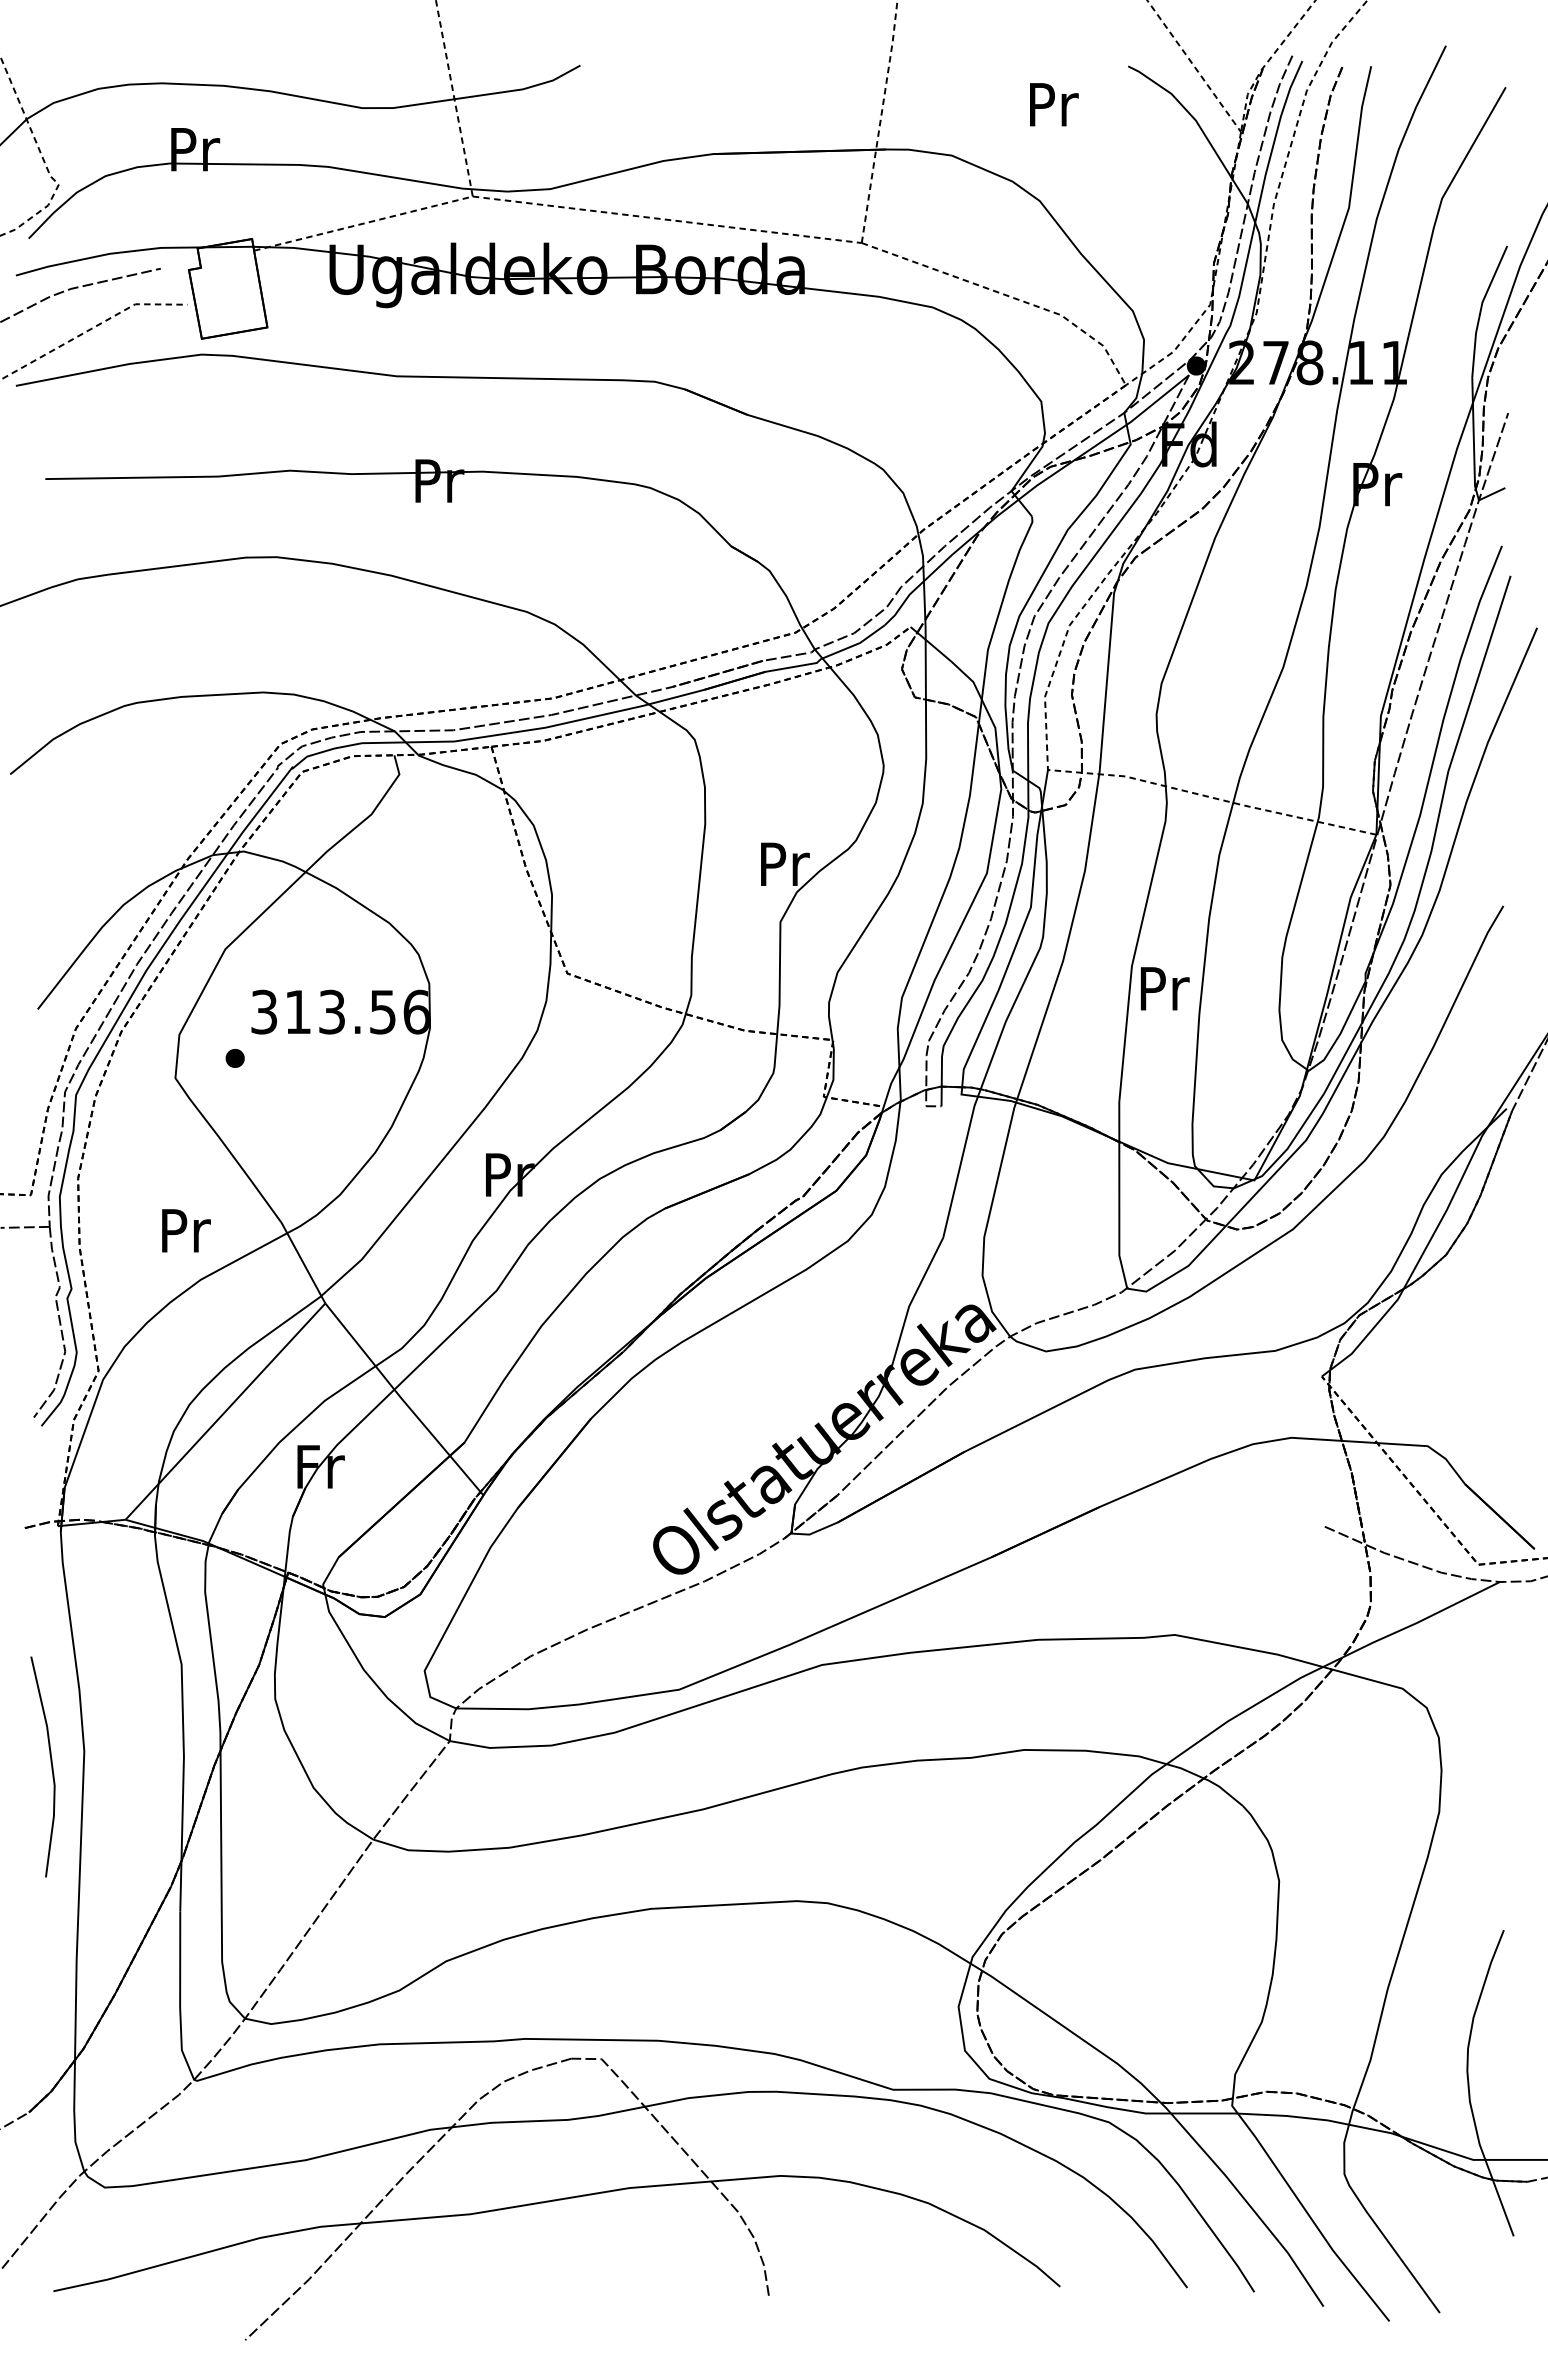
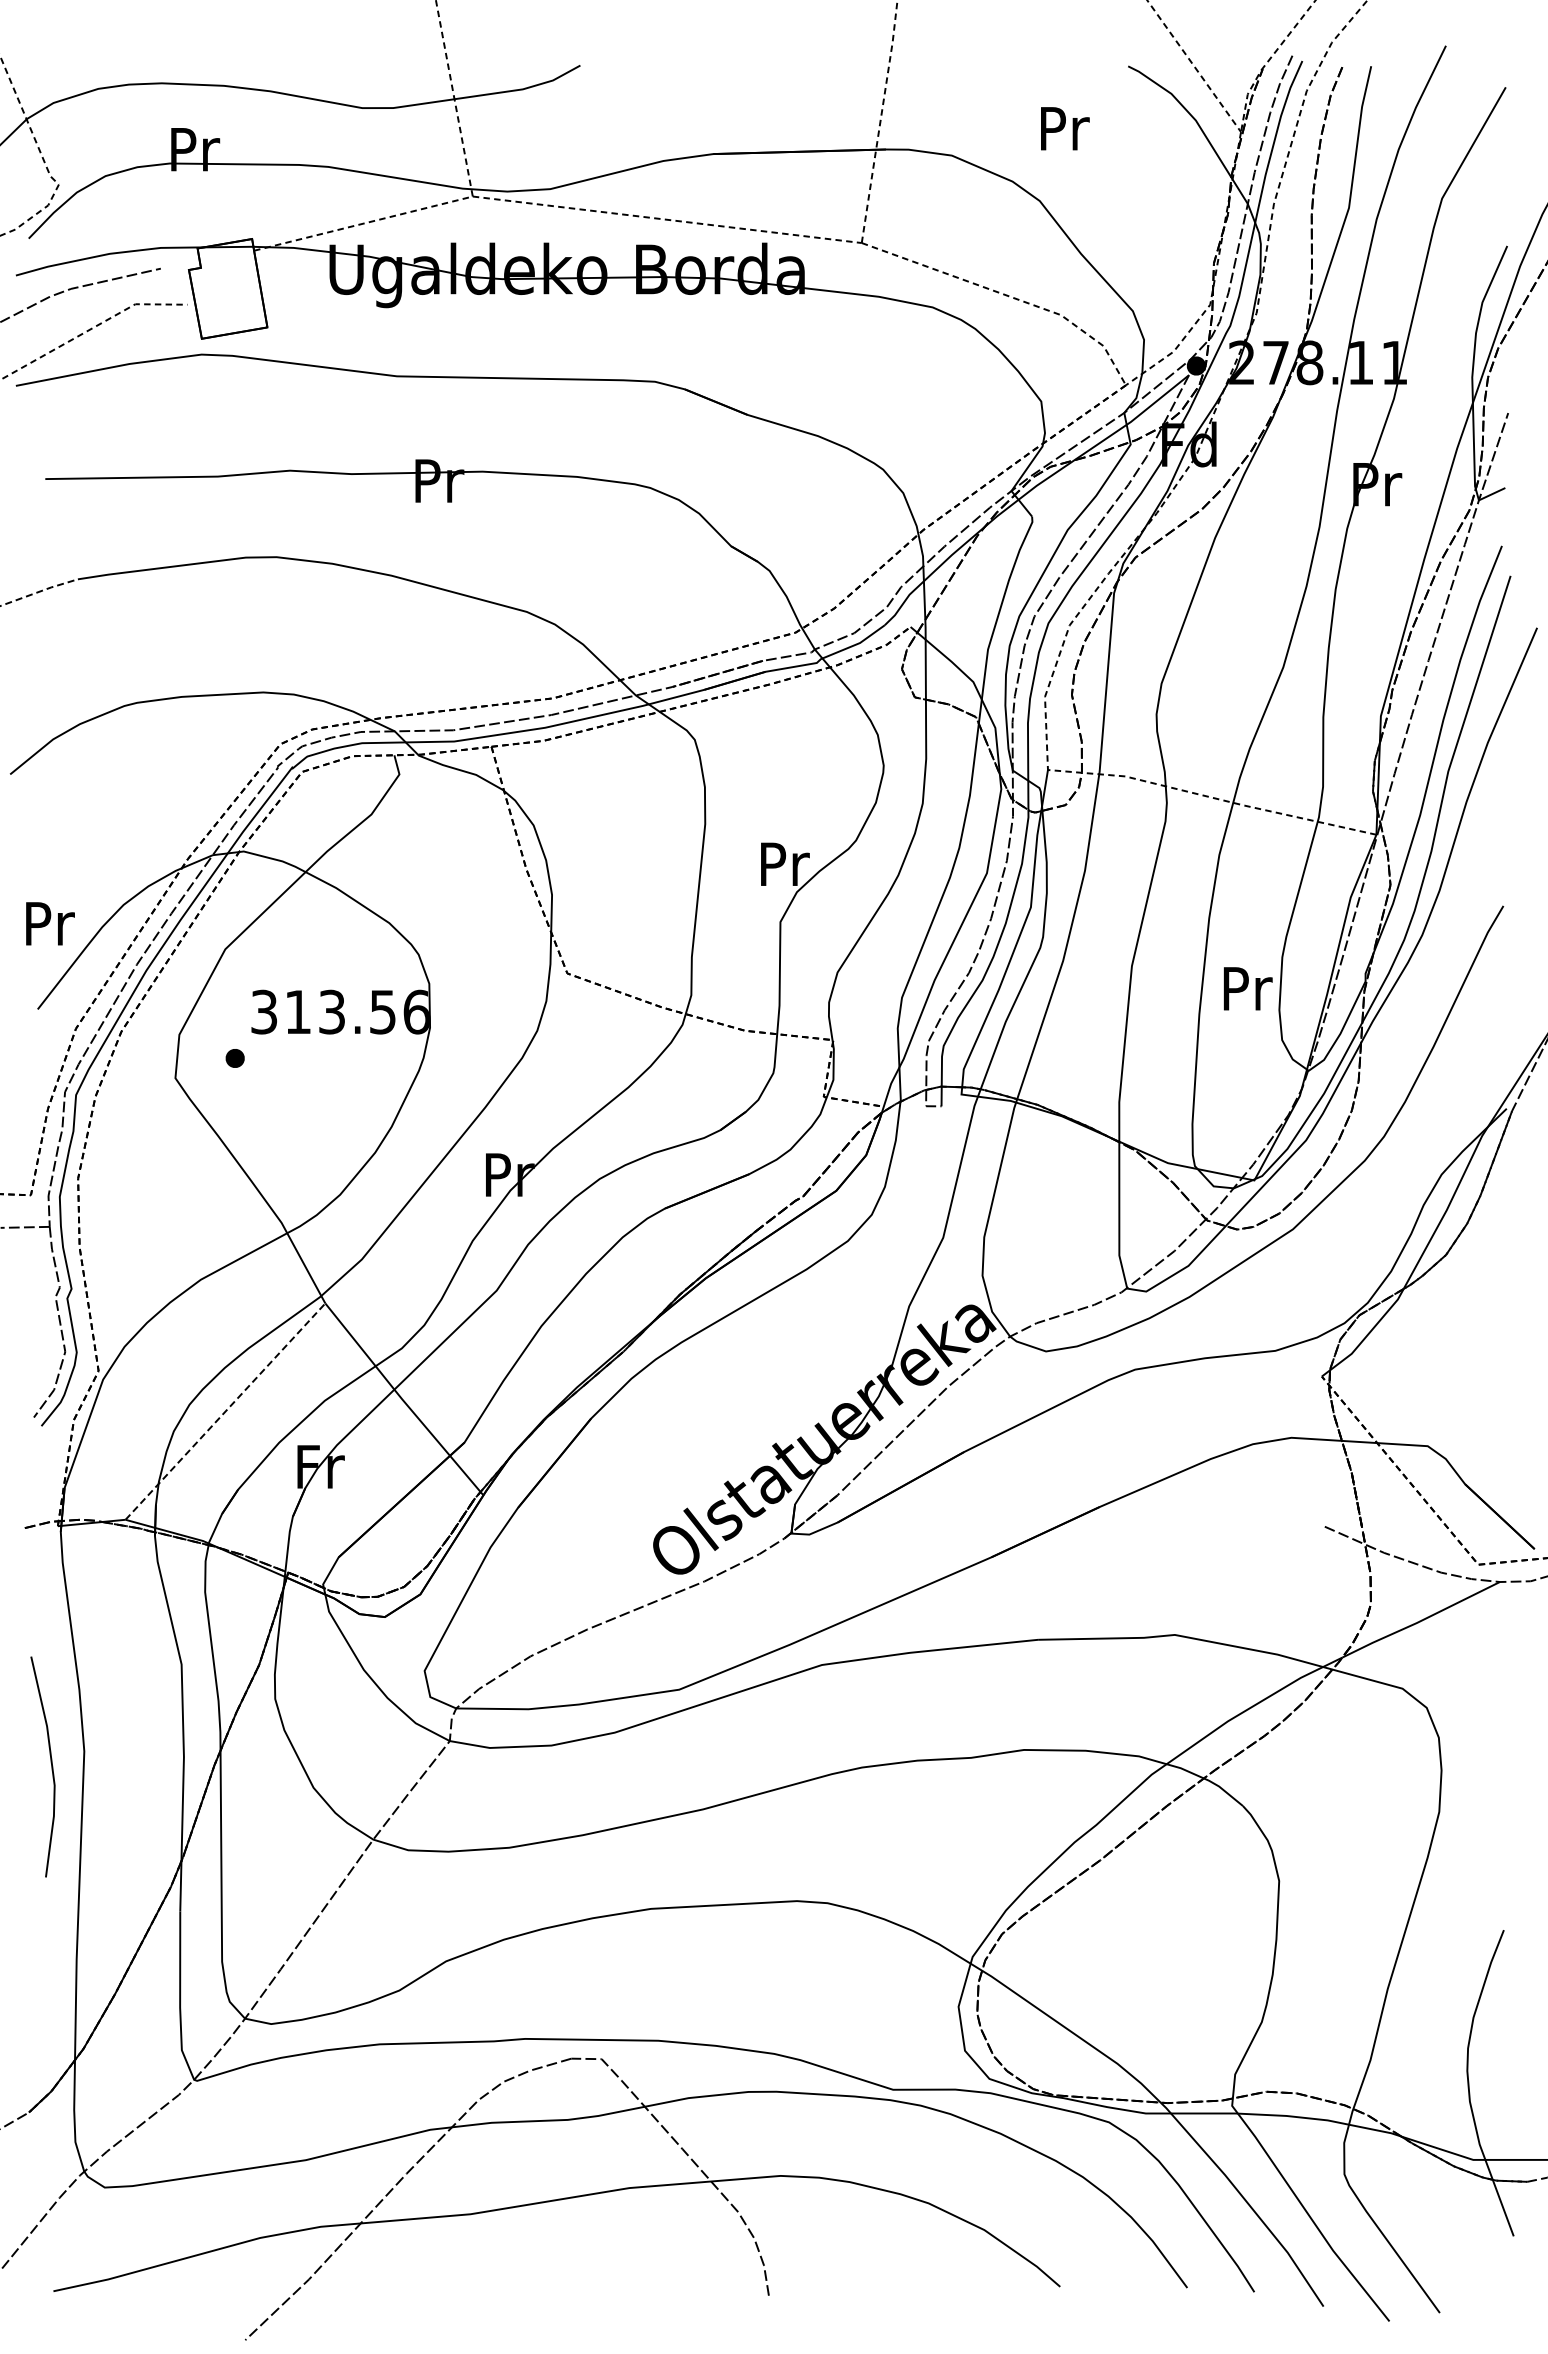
text at (1054, 104) position: (1054, 104) -> (1065, 128)
line at (39, 591): solid -> dashed
text at (1165, 988) position: (1165, 988) -> (1248, 988)
text at (186, 1230) position: (186, 1230) -> (50, 923)
line at (225, 1412): solid -> dashed
